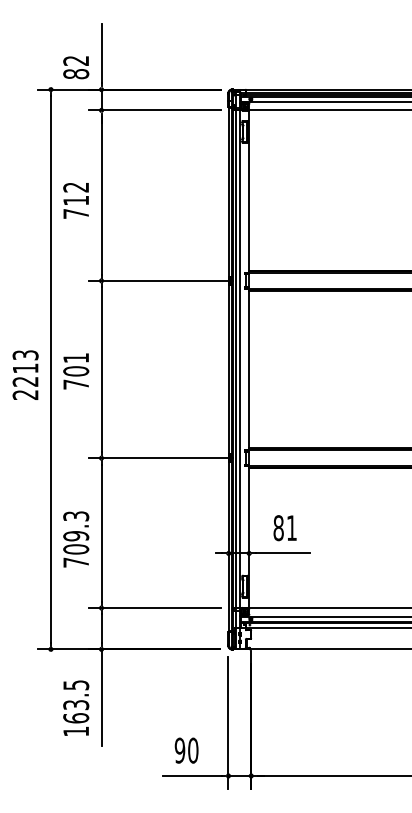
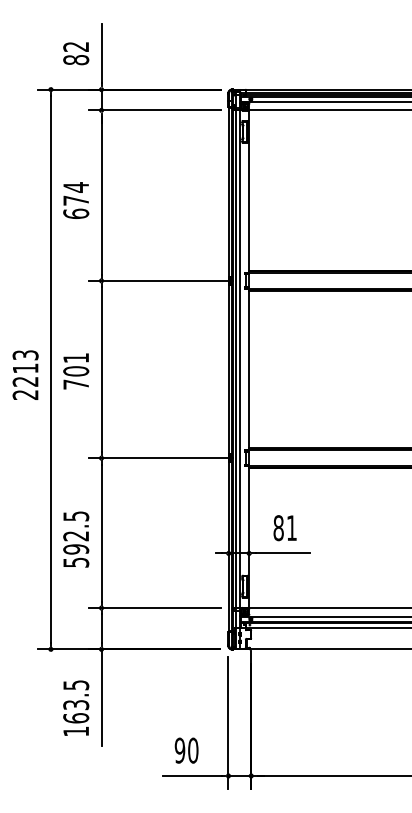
text at (76, 67) position: (76, 67) -> (76, 53)
text at (76, 200): 712 -> 674
text at (76, 539): 709.3 -> 592.5
